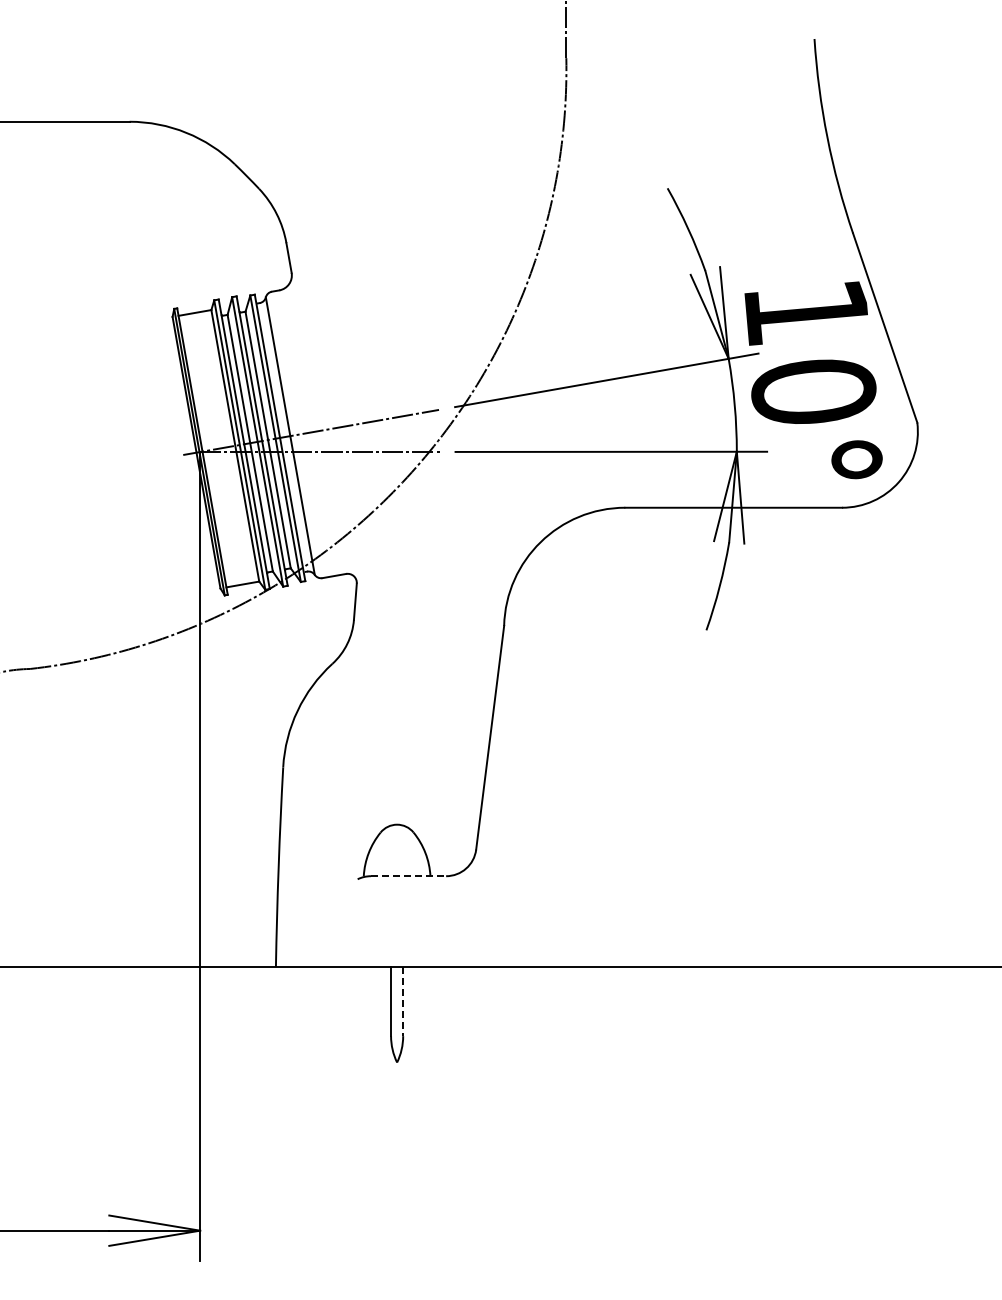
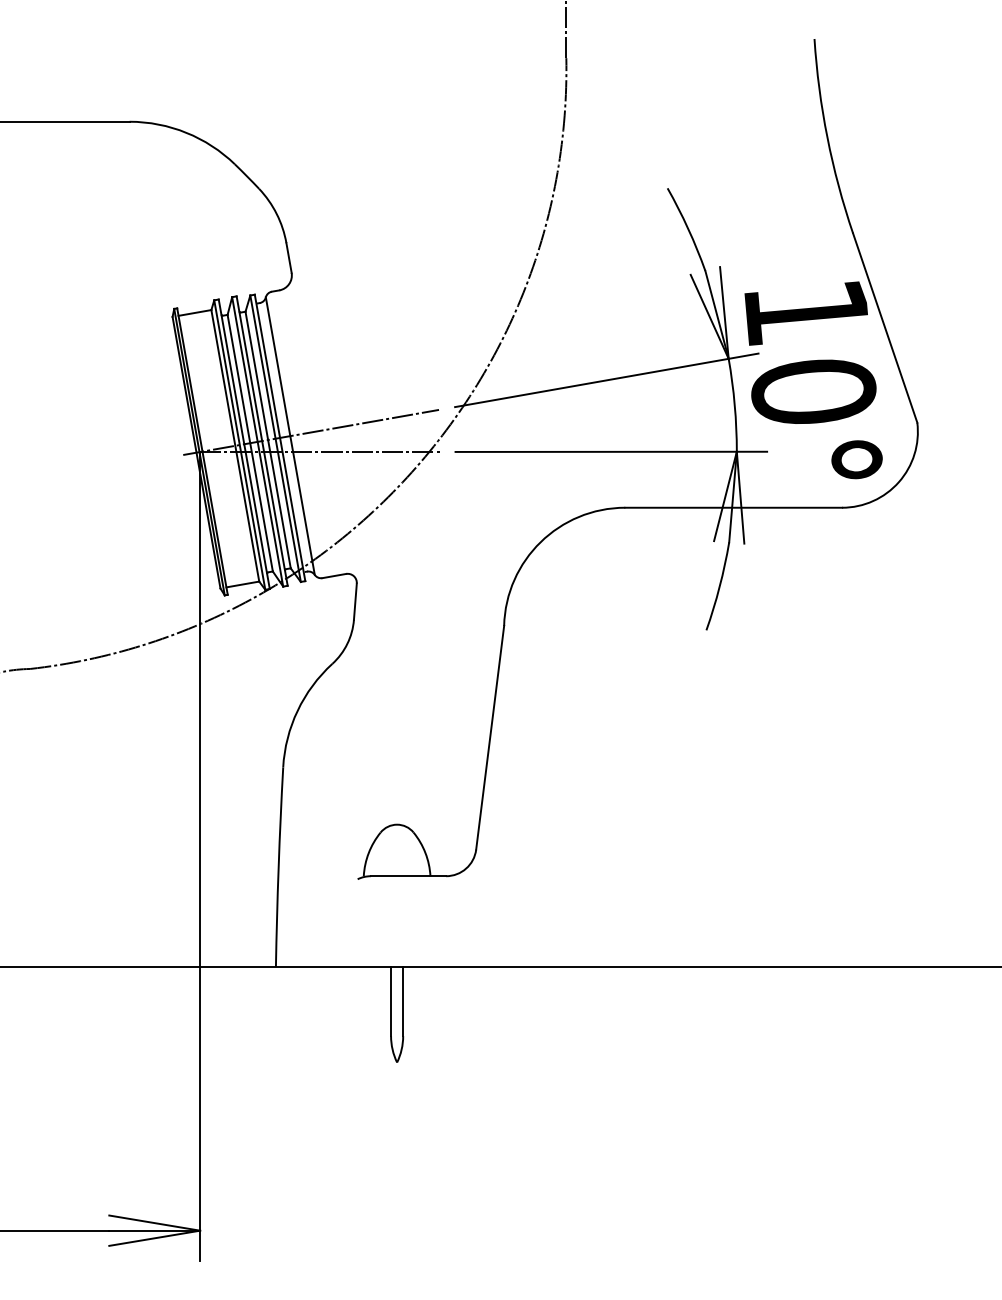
line at (408, 876): dashed -> solid
line at (403, 1001): dashed -> solid
